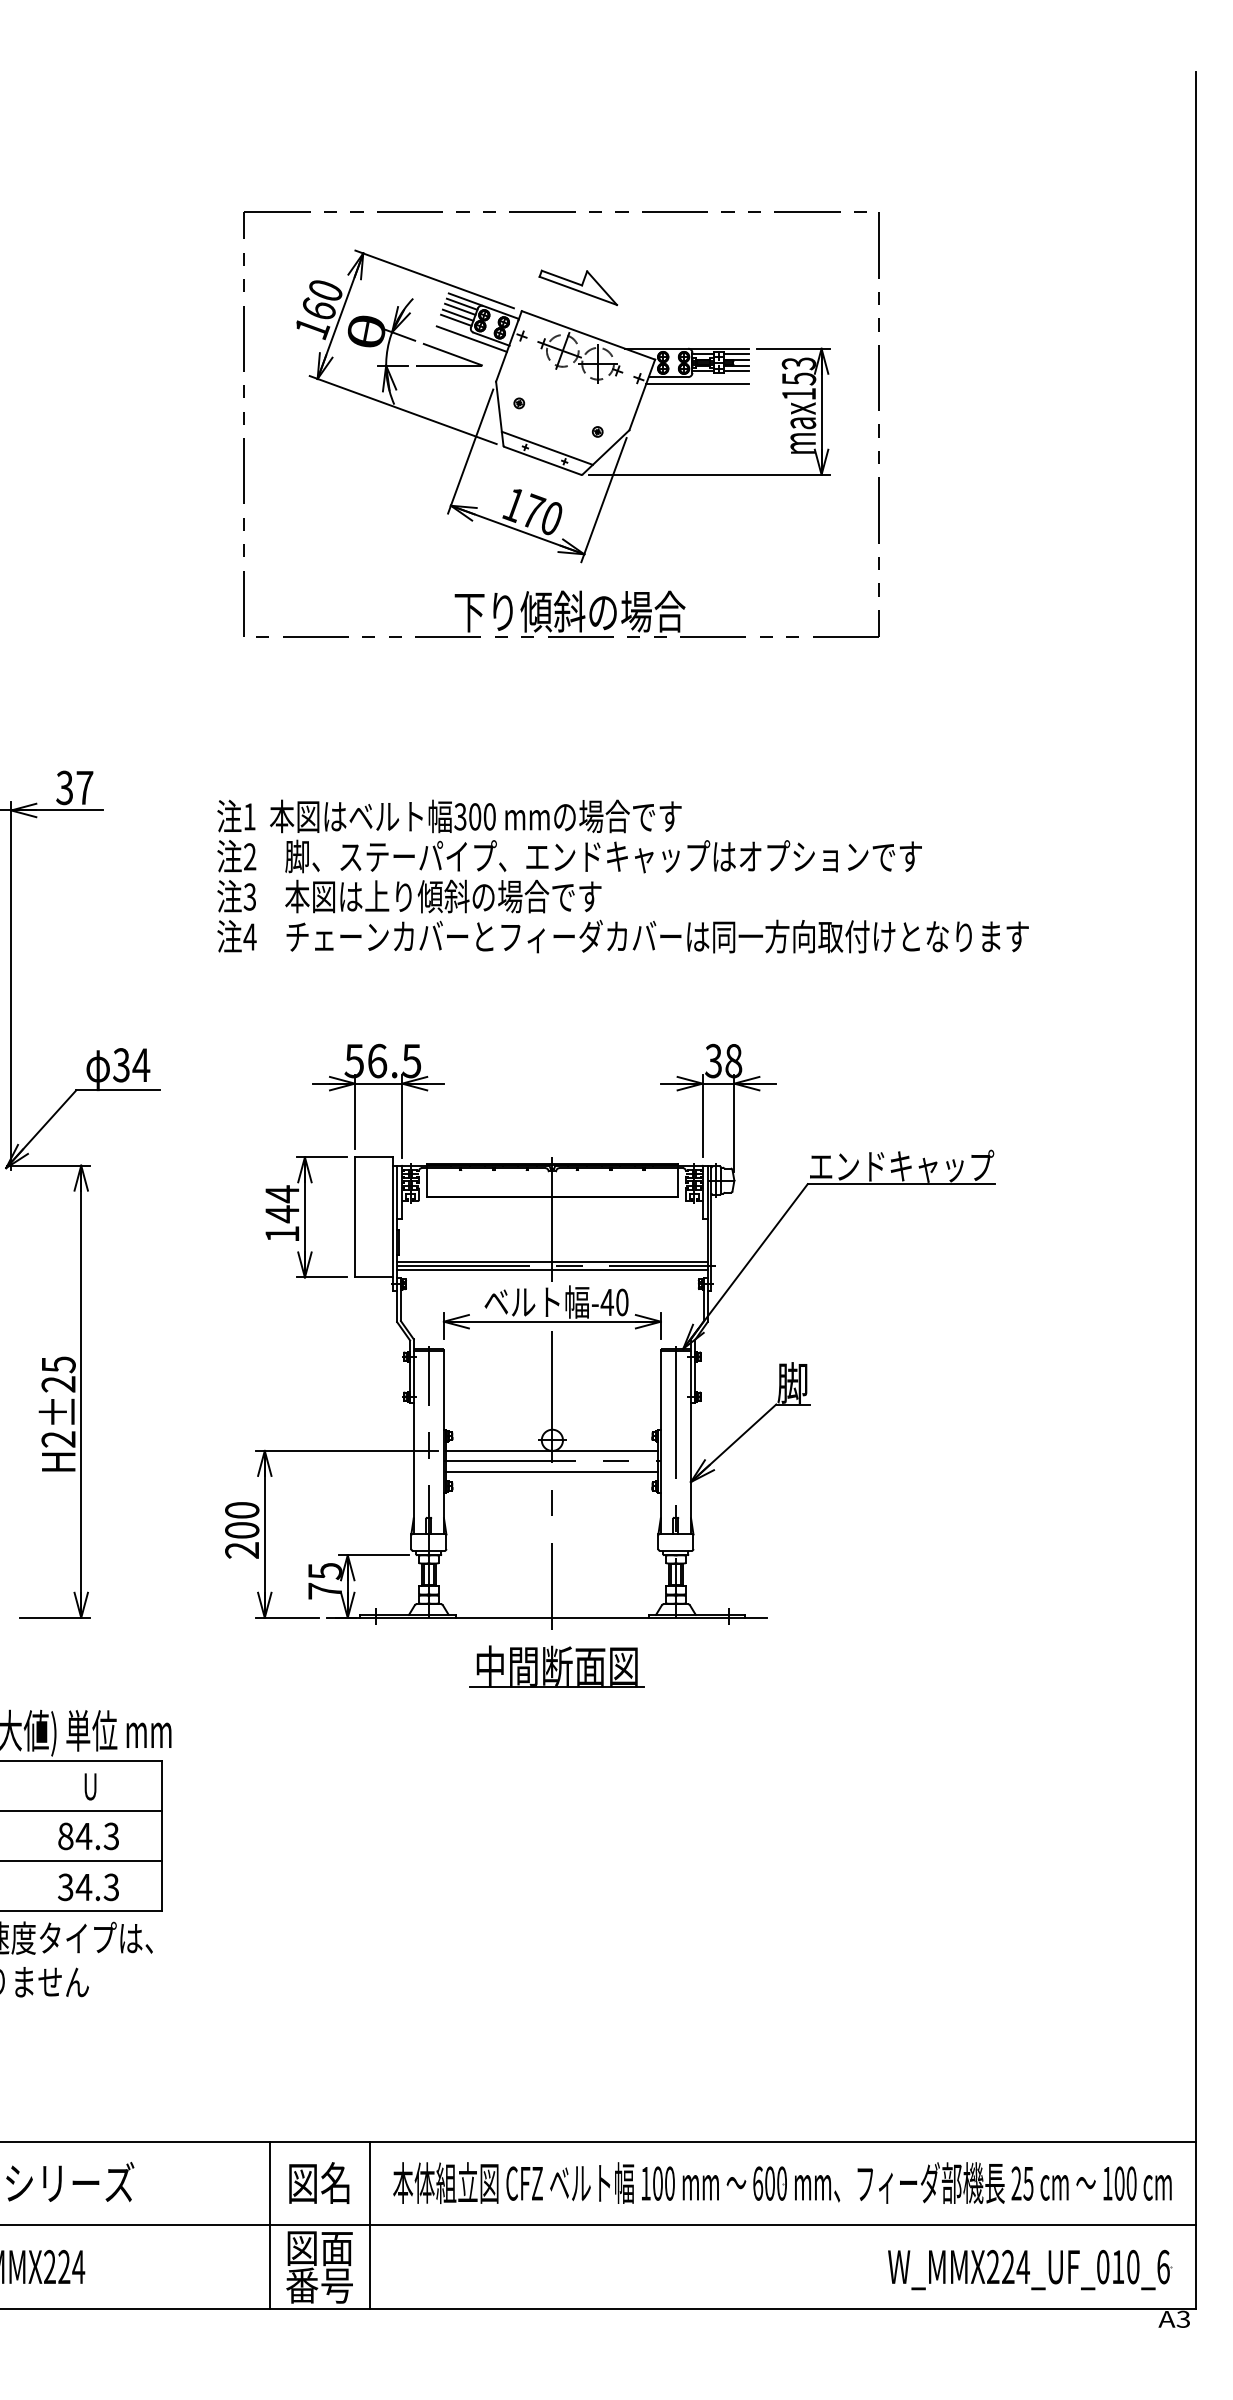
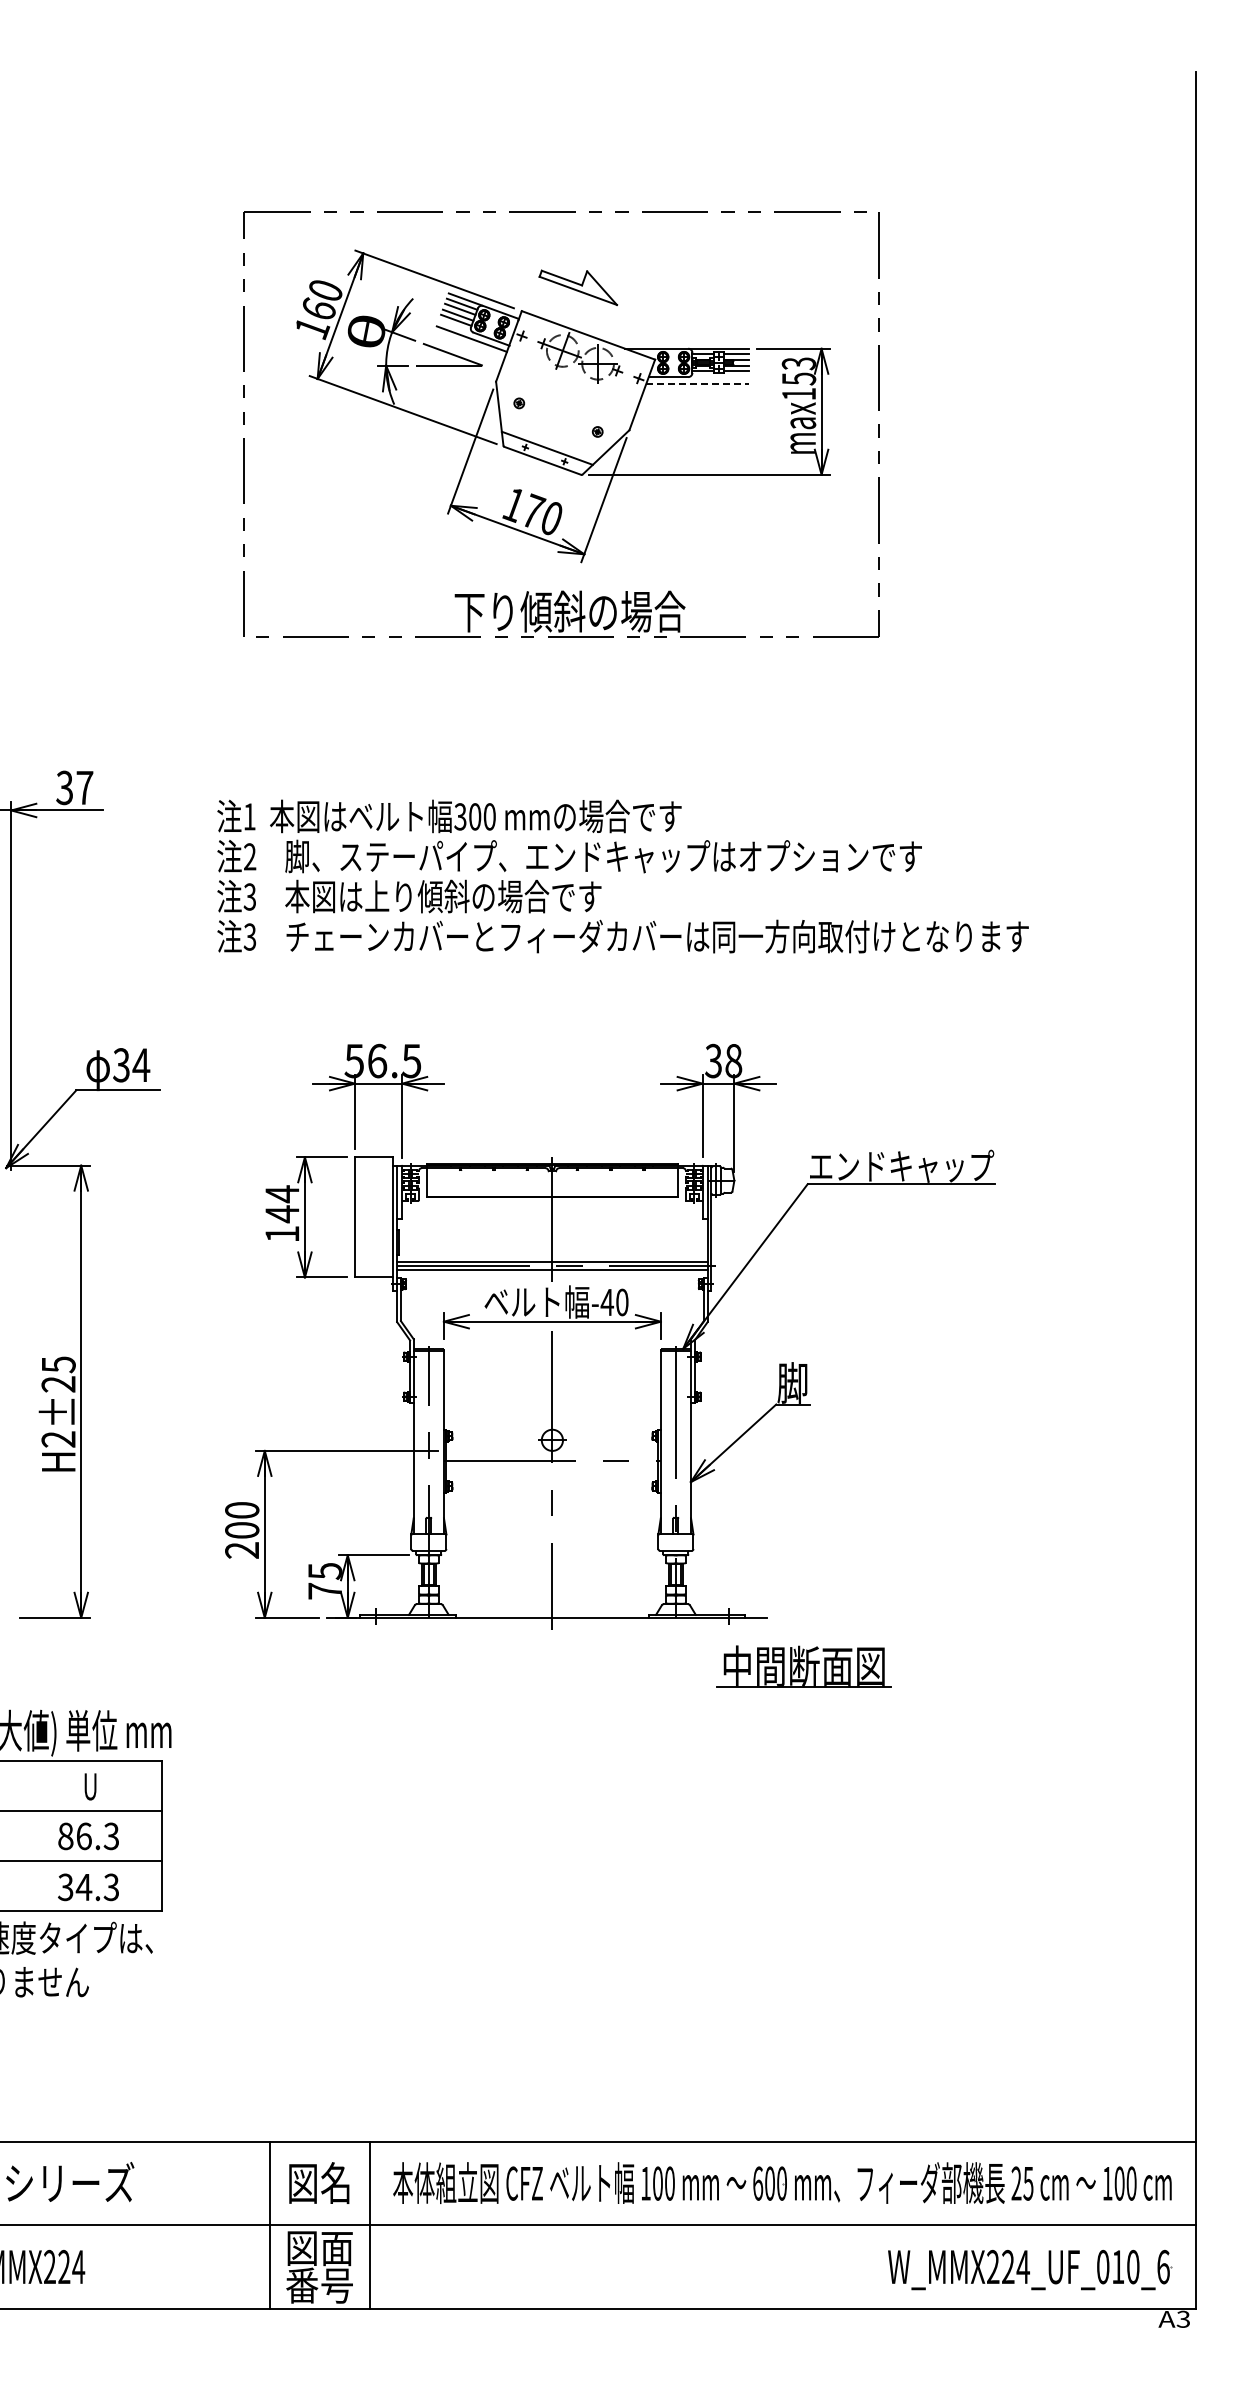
line at (698, 383): solid -> dashed
text at (249, 936): 4 -> 3
line at (552, 1450): present -> none
line at (552, 1471): present -> none
part at (556, 1666) position: (556, 1666) -> (803, 1666)
text at (83, 1836): 84.3 -> 86.3
